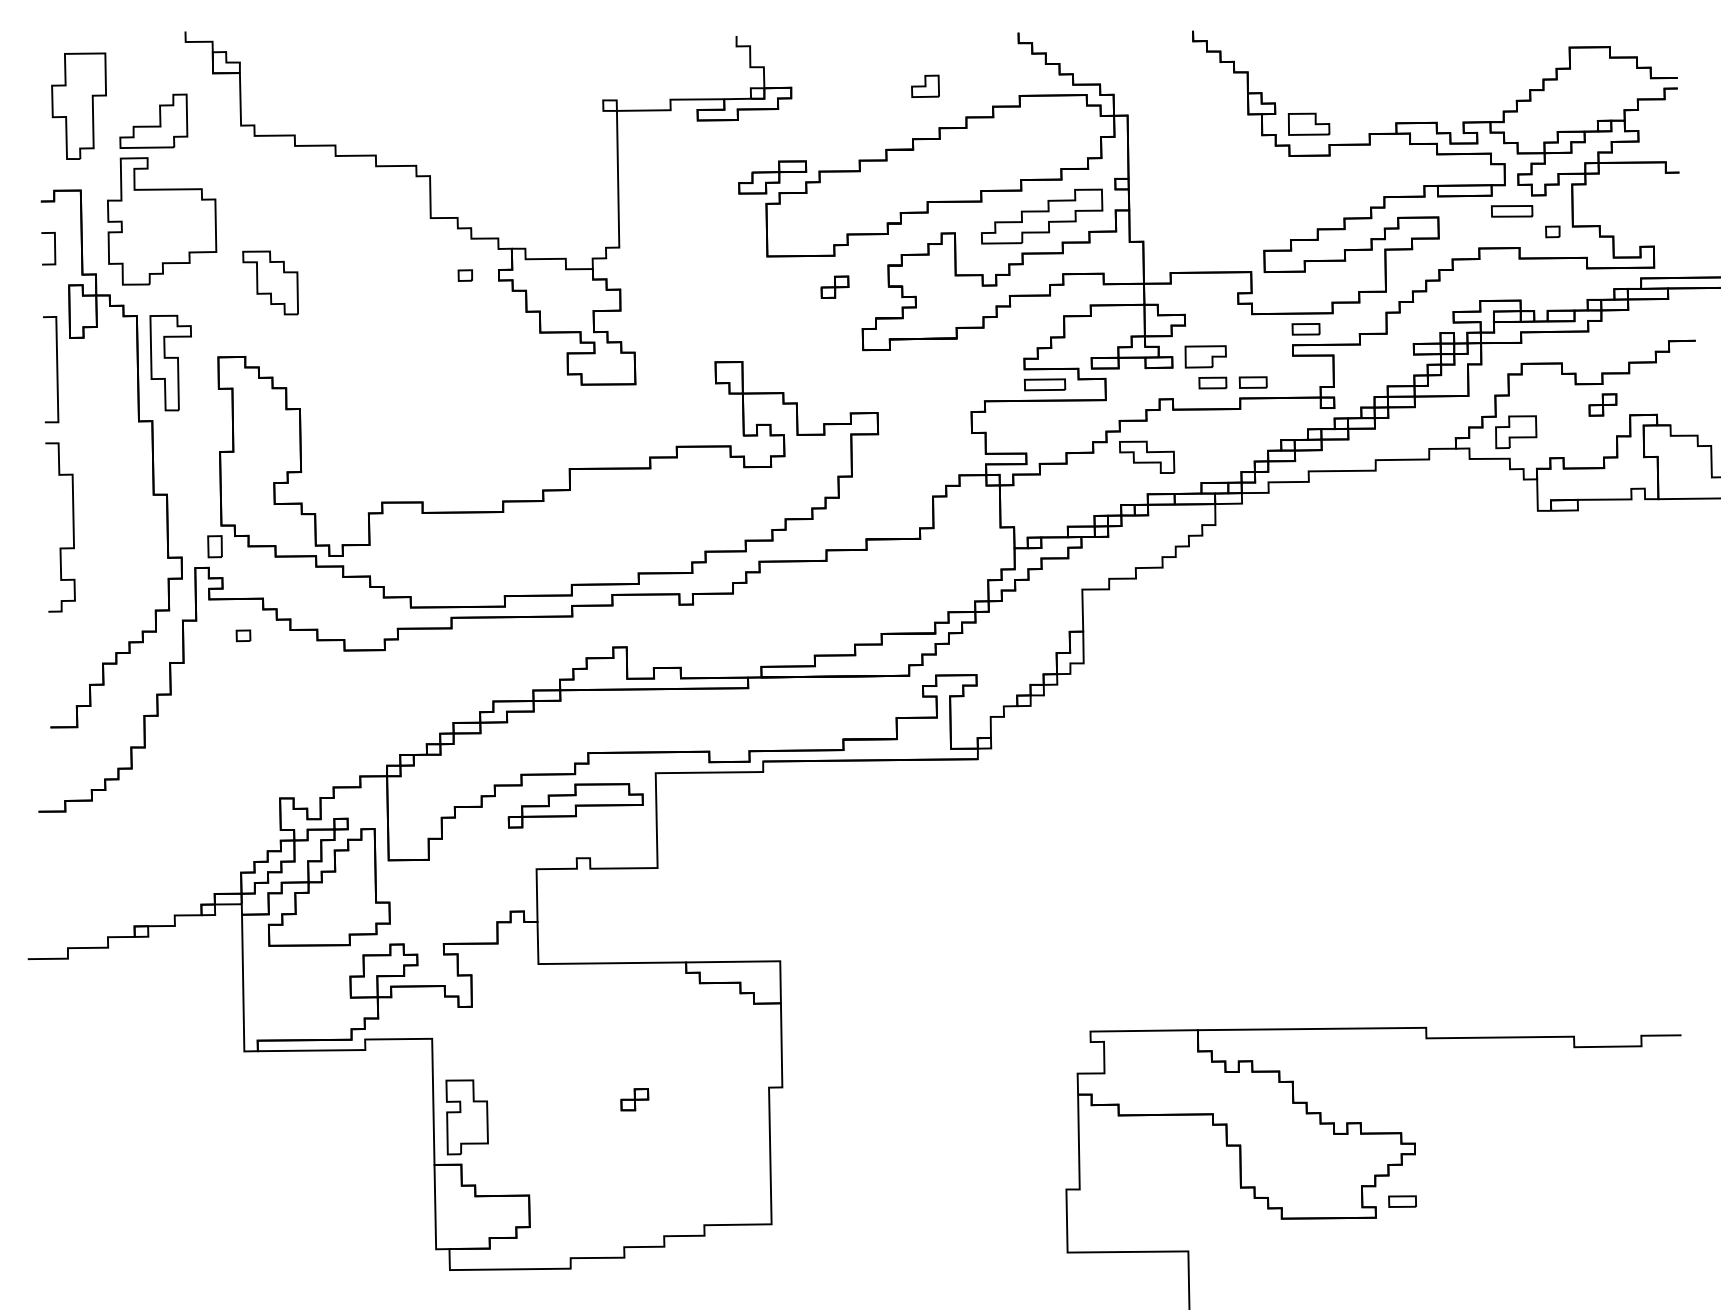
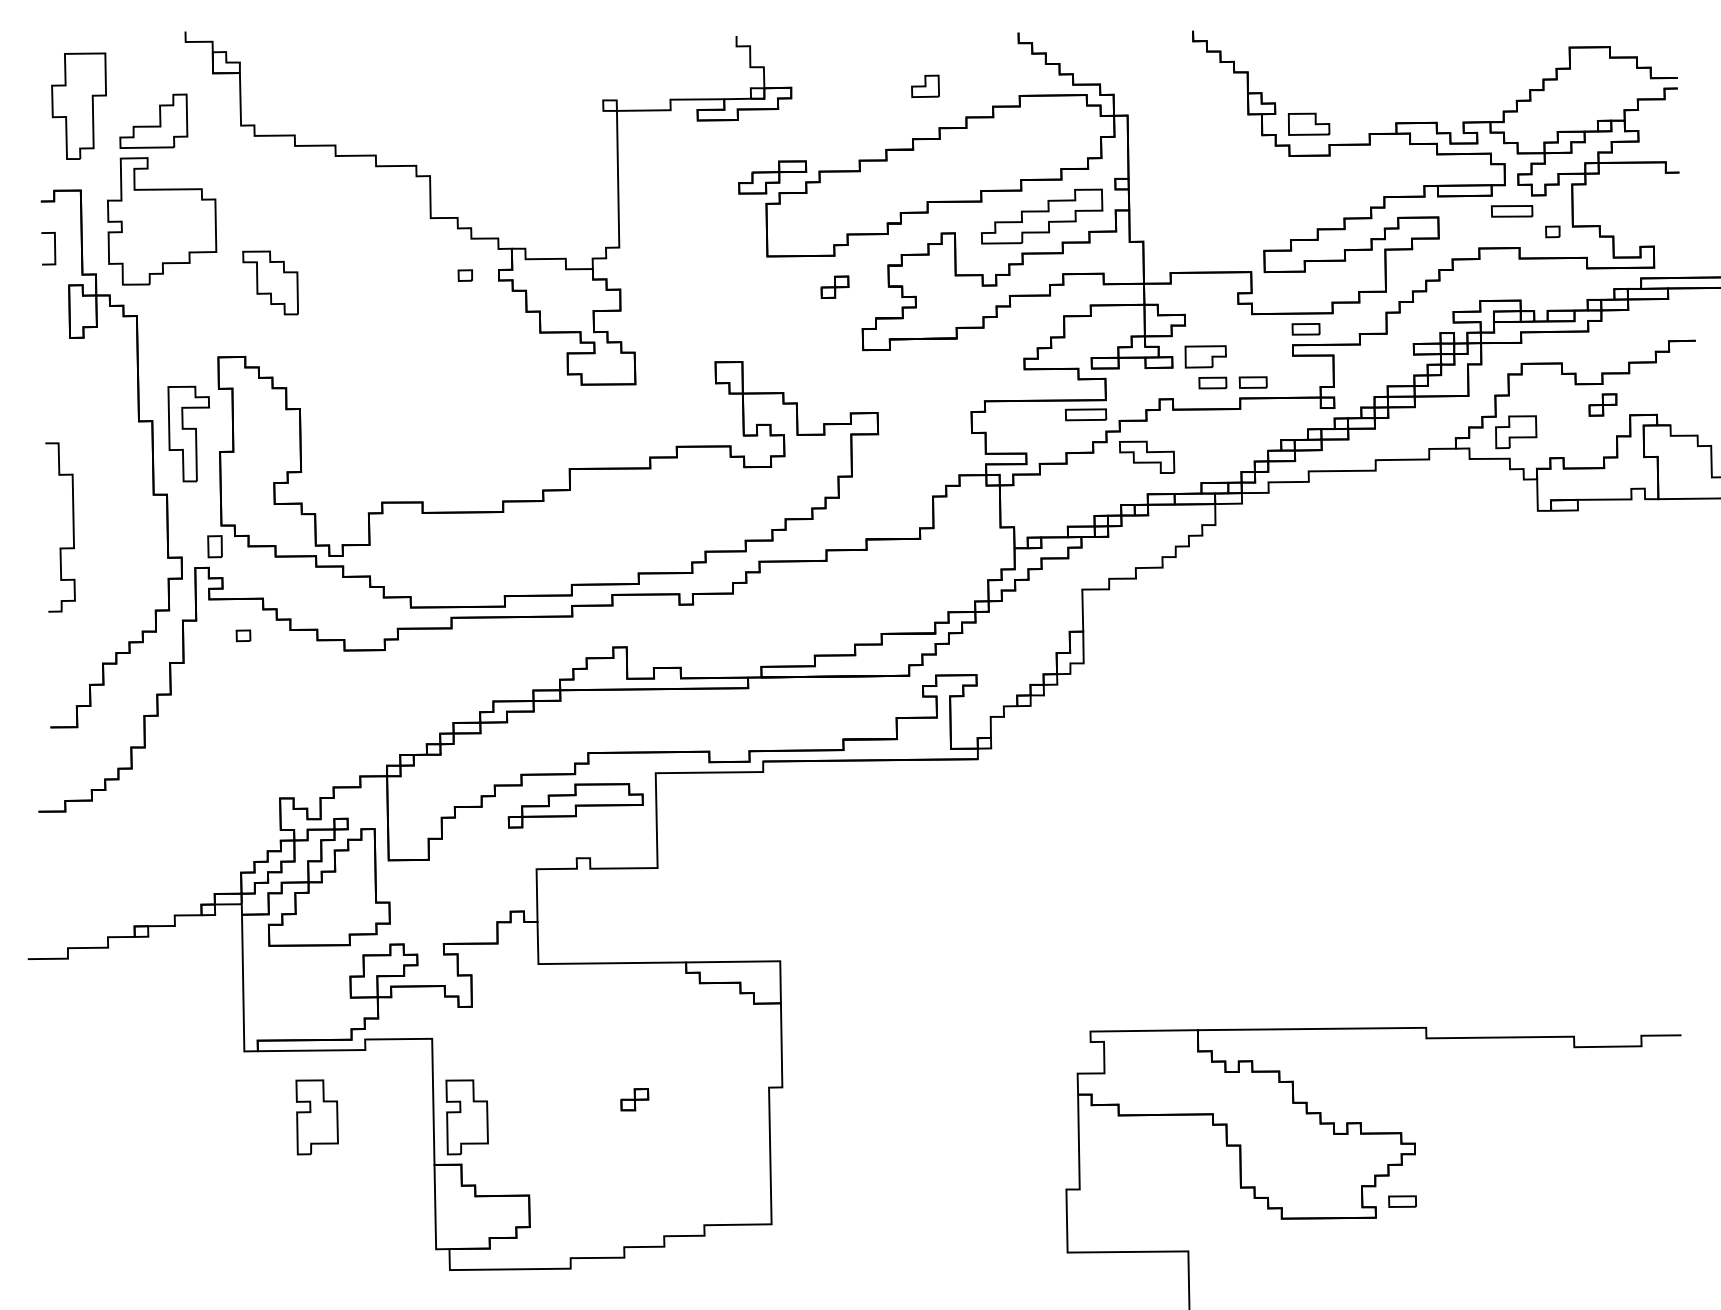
part at (170, 362) position: (170, 362) -> (188, 433)
line at (56, 369): present -> none
part at (1045, 384) position: (1045, 384) -> (1086, 414)
part at (316, 1117): none -> present
